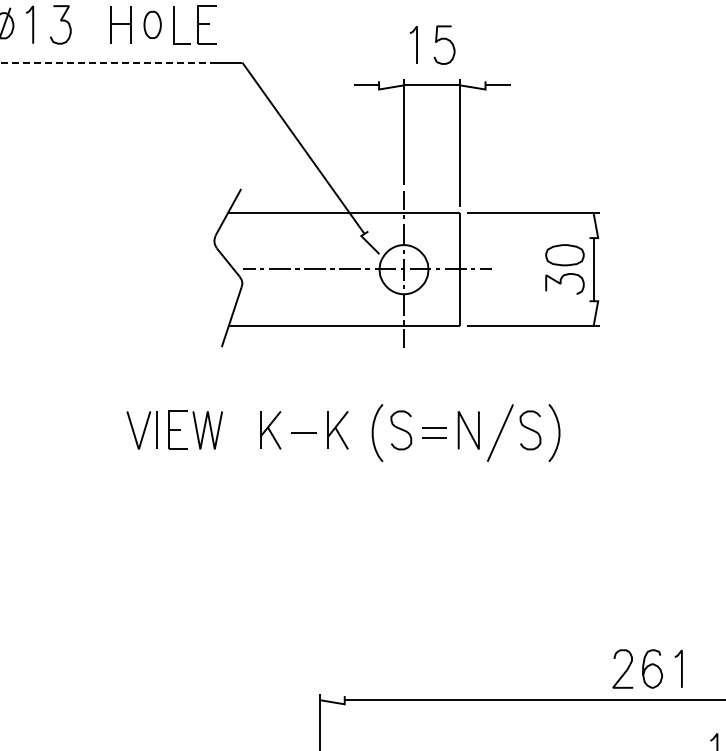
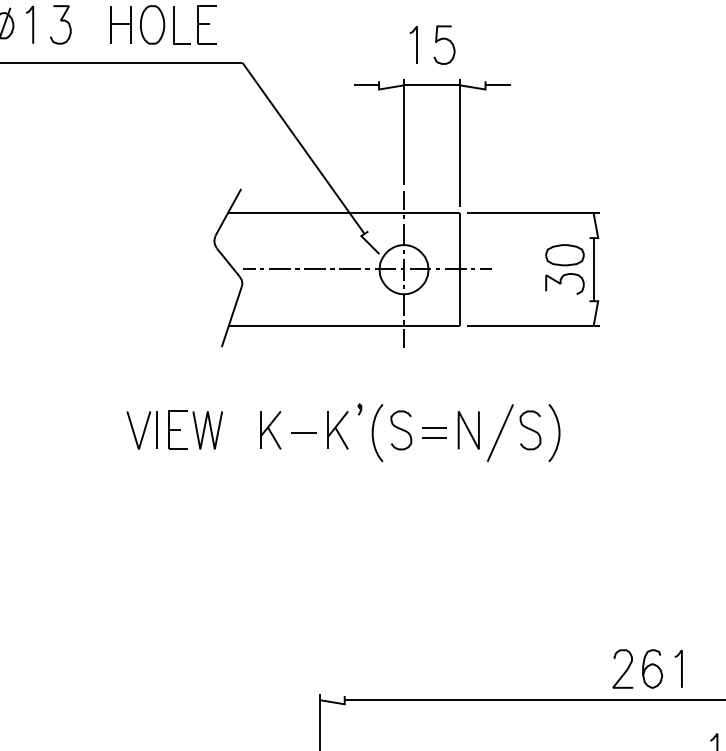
part at (152, 24) size: 19x29 px -> 26x40 px
line at (108, 62): dashed -> solid
curve at (359, 409): none -> present
